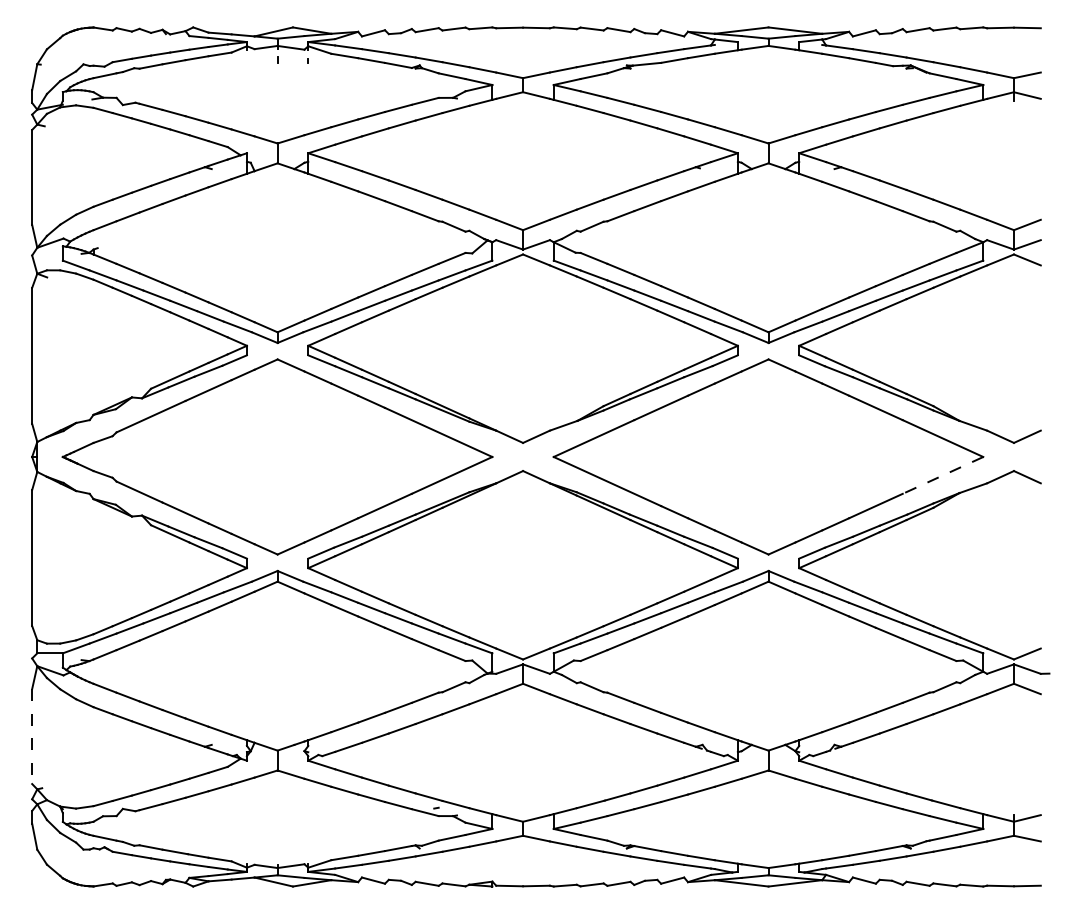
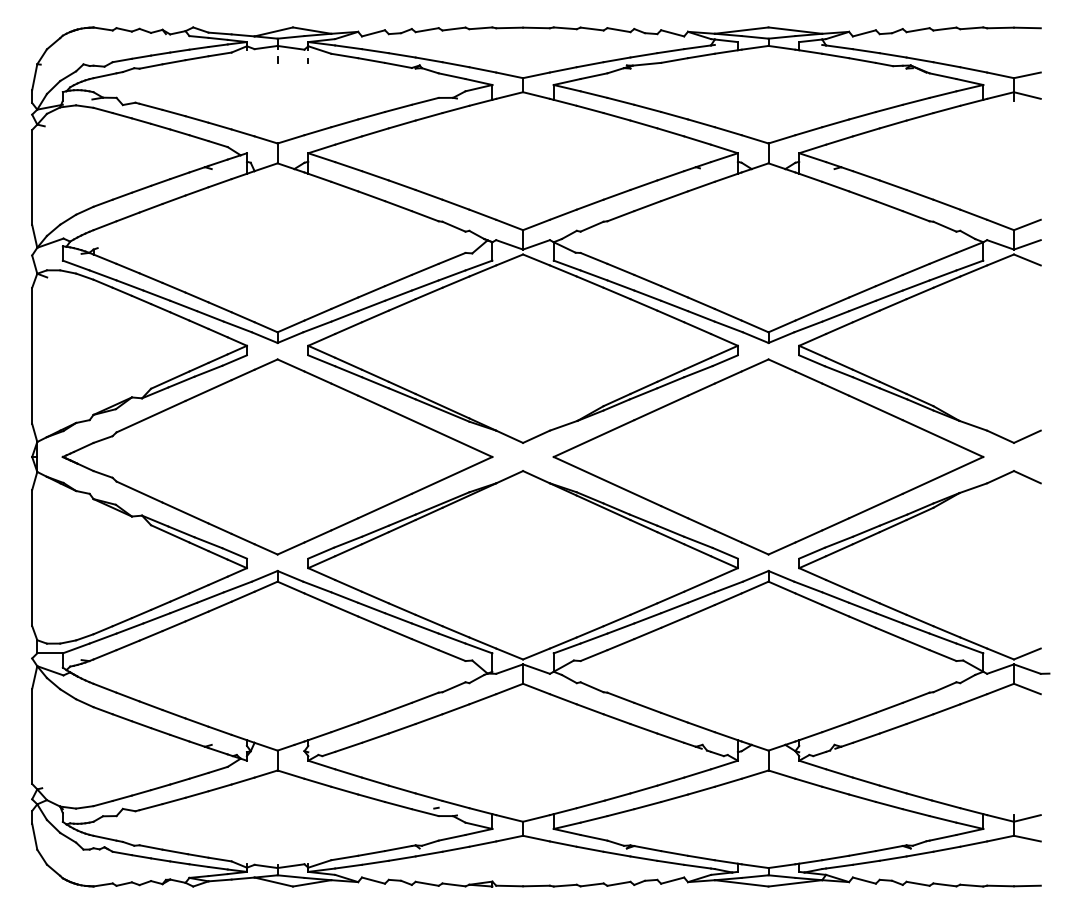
line at (942, 475): dashed -> solid
line at (32, 737): dashed -> solid
